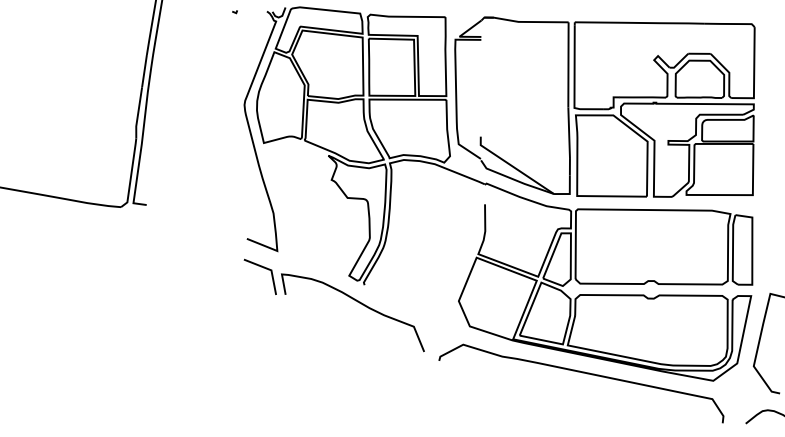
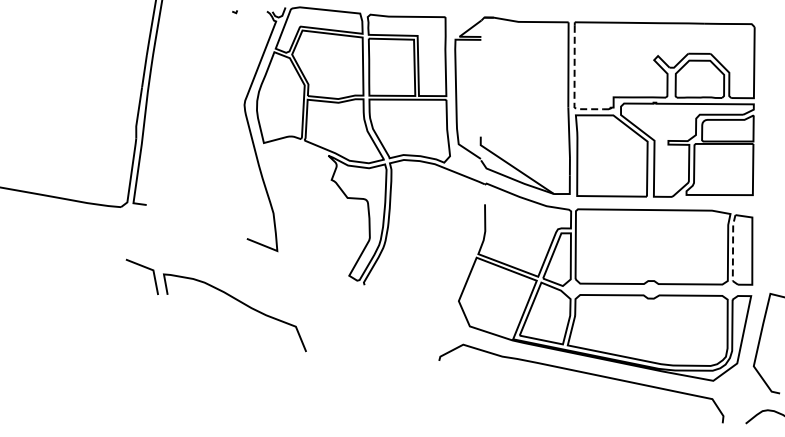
line at (574, 83): solid -> dashed
line at (733, 251): solid -> dashed
part at (340, 292) position: (340, 292) -> (222, 292)
